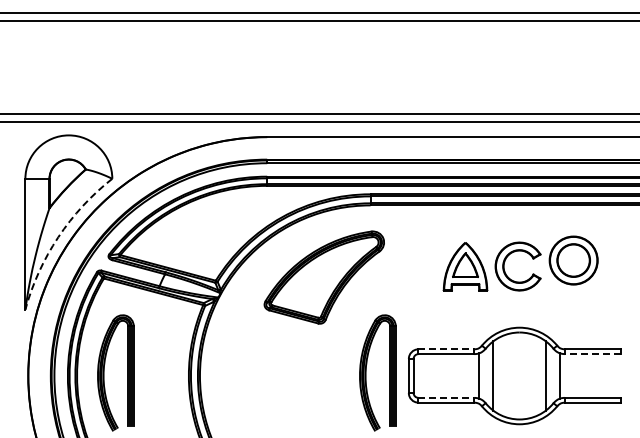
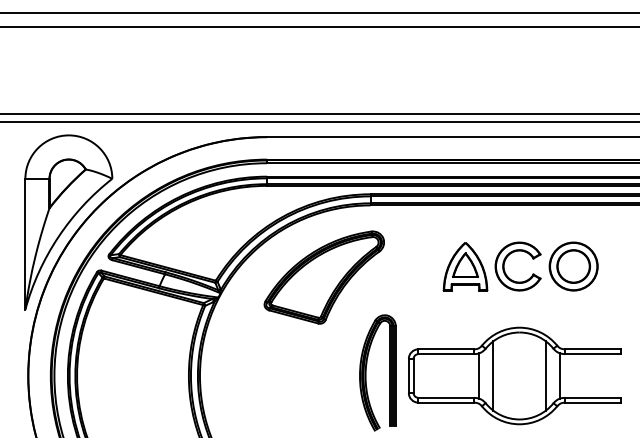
line at (319, 21) position: (319, 21) -> (319, 27)
arc at (58, 237): dashed -> solid
part at (573, 260) position: (573, 260) -> (573, 266)
line at (446, 349): dashed -> solid
line at (592, 354): dashed -> solid
part at (104, 372): present -> none
line at (446, 397): dashed -> solid
